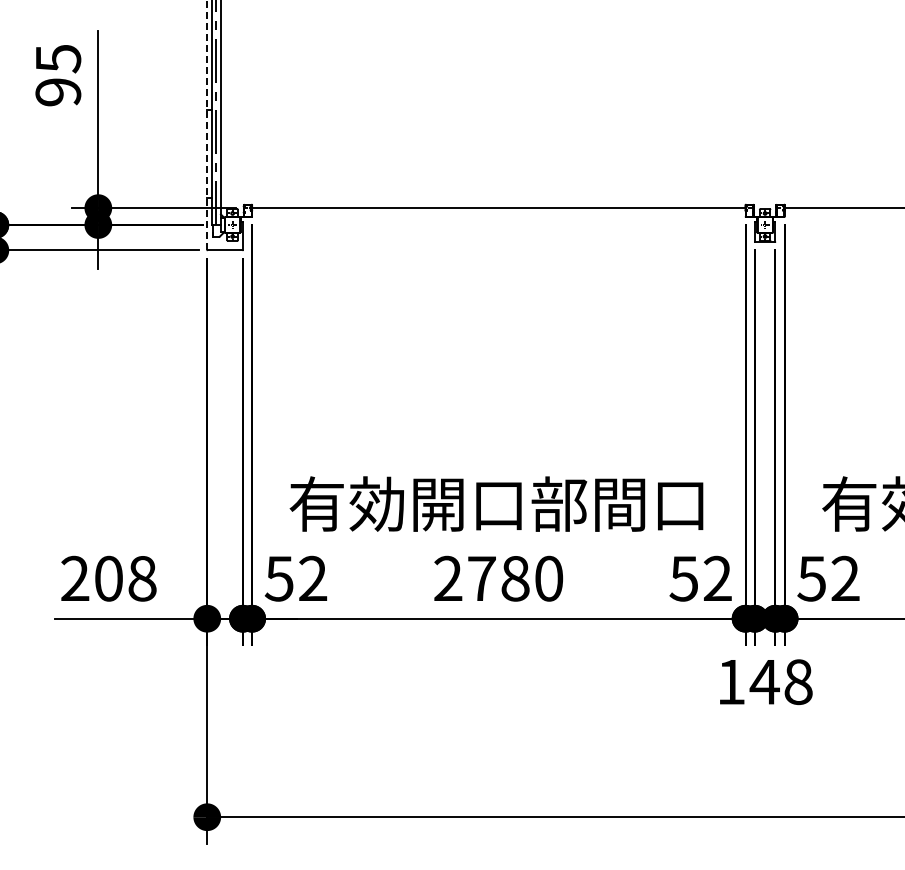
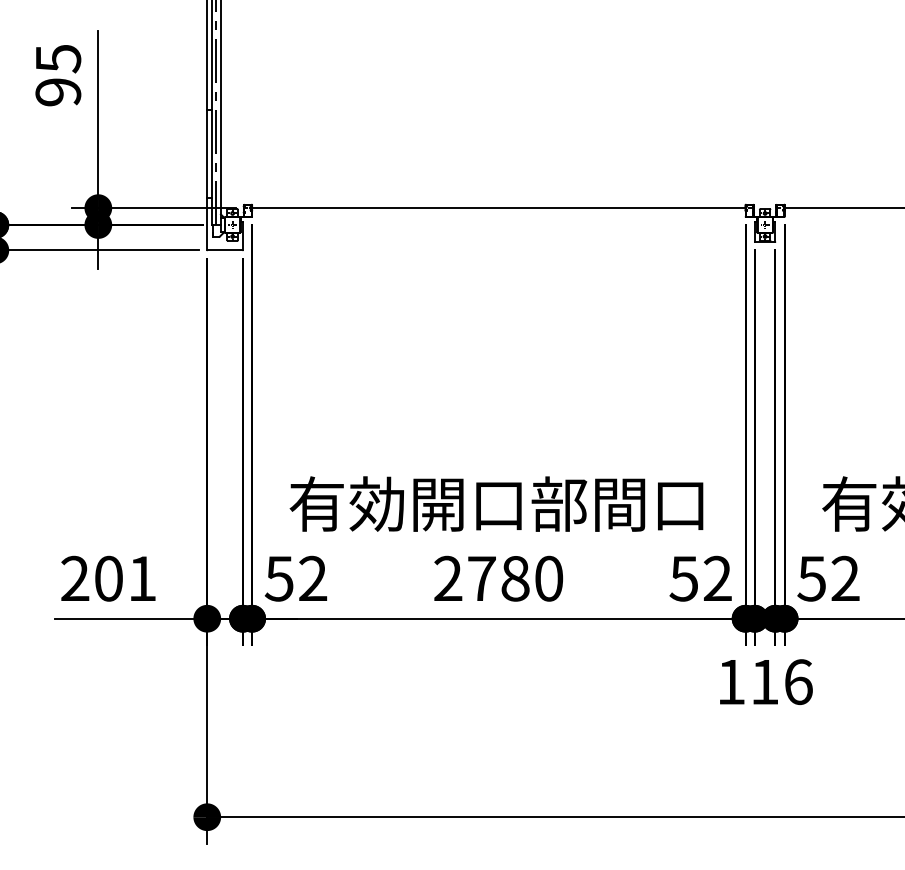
line at (207, 124): dashed -> solid
text at (142, 578): 208 -> 201
text at (780, 681): 148 -> 116
